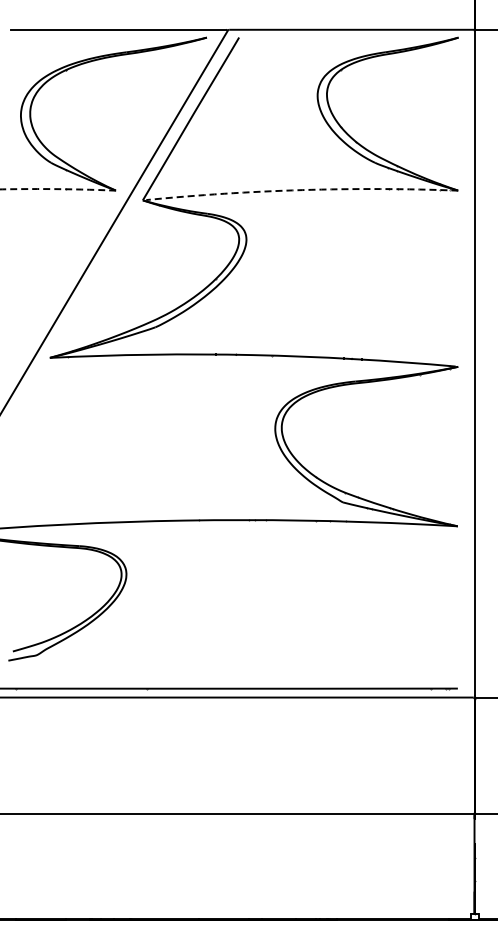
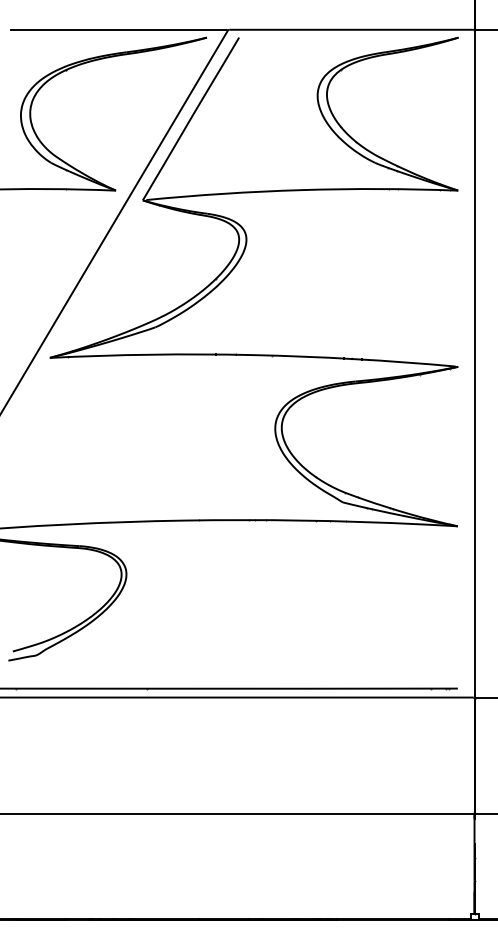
line at (57, 189): dashed -> solid
line at (302, 190): dashed -> solid
